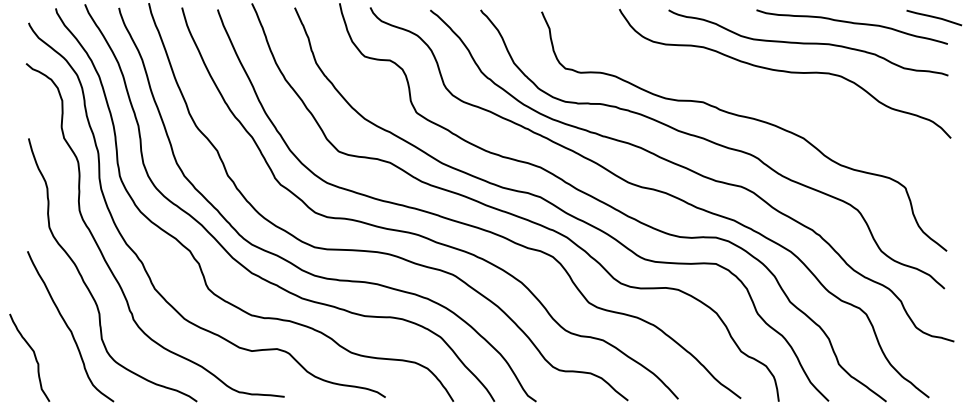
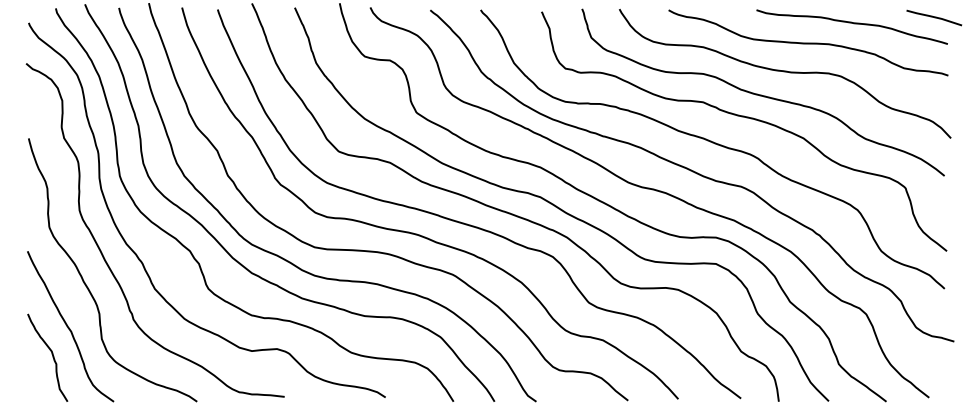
curve at (761, 94): none -> present
curve at (33, 354) position: (33, 354) -> (51, 354)
